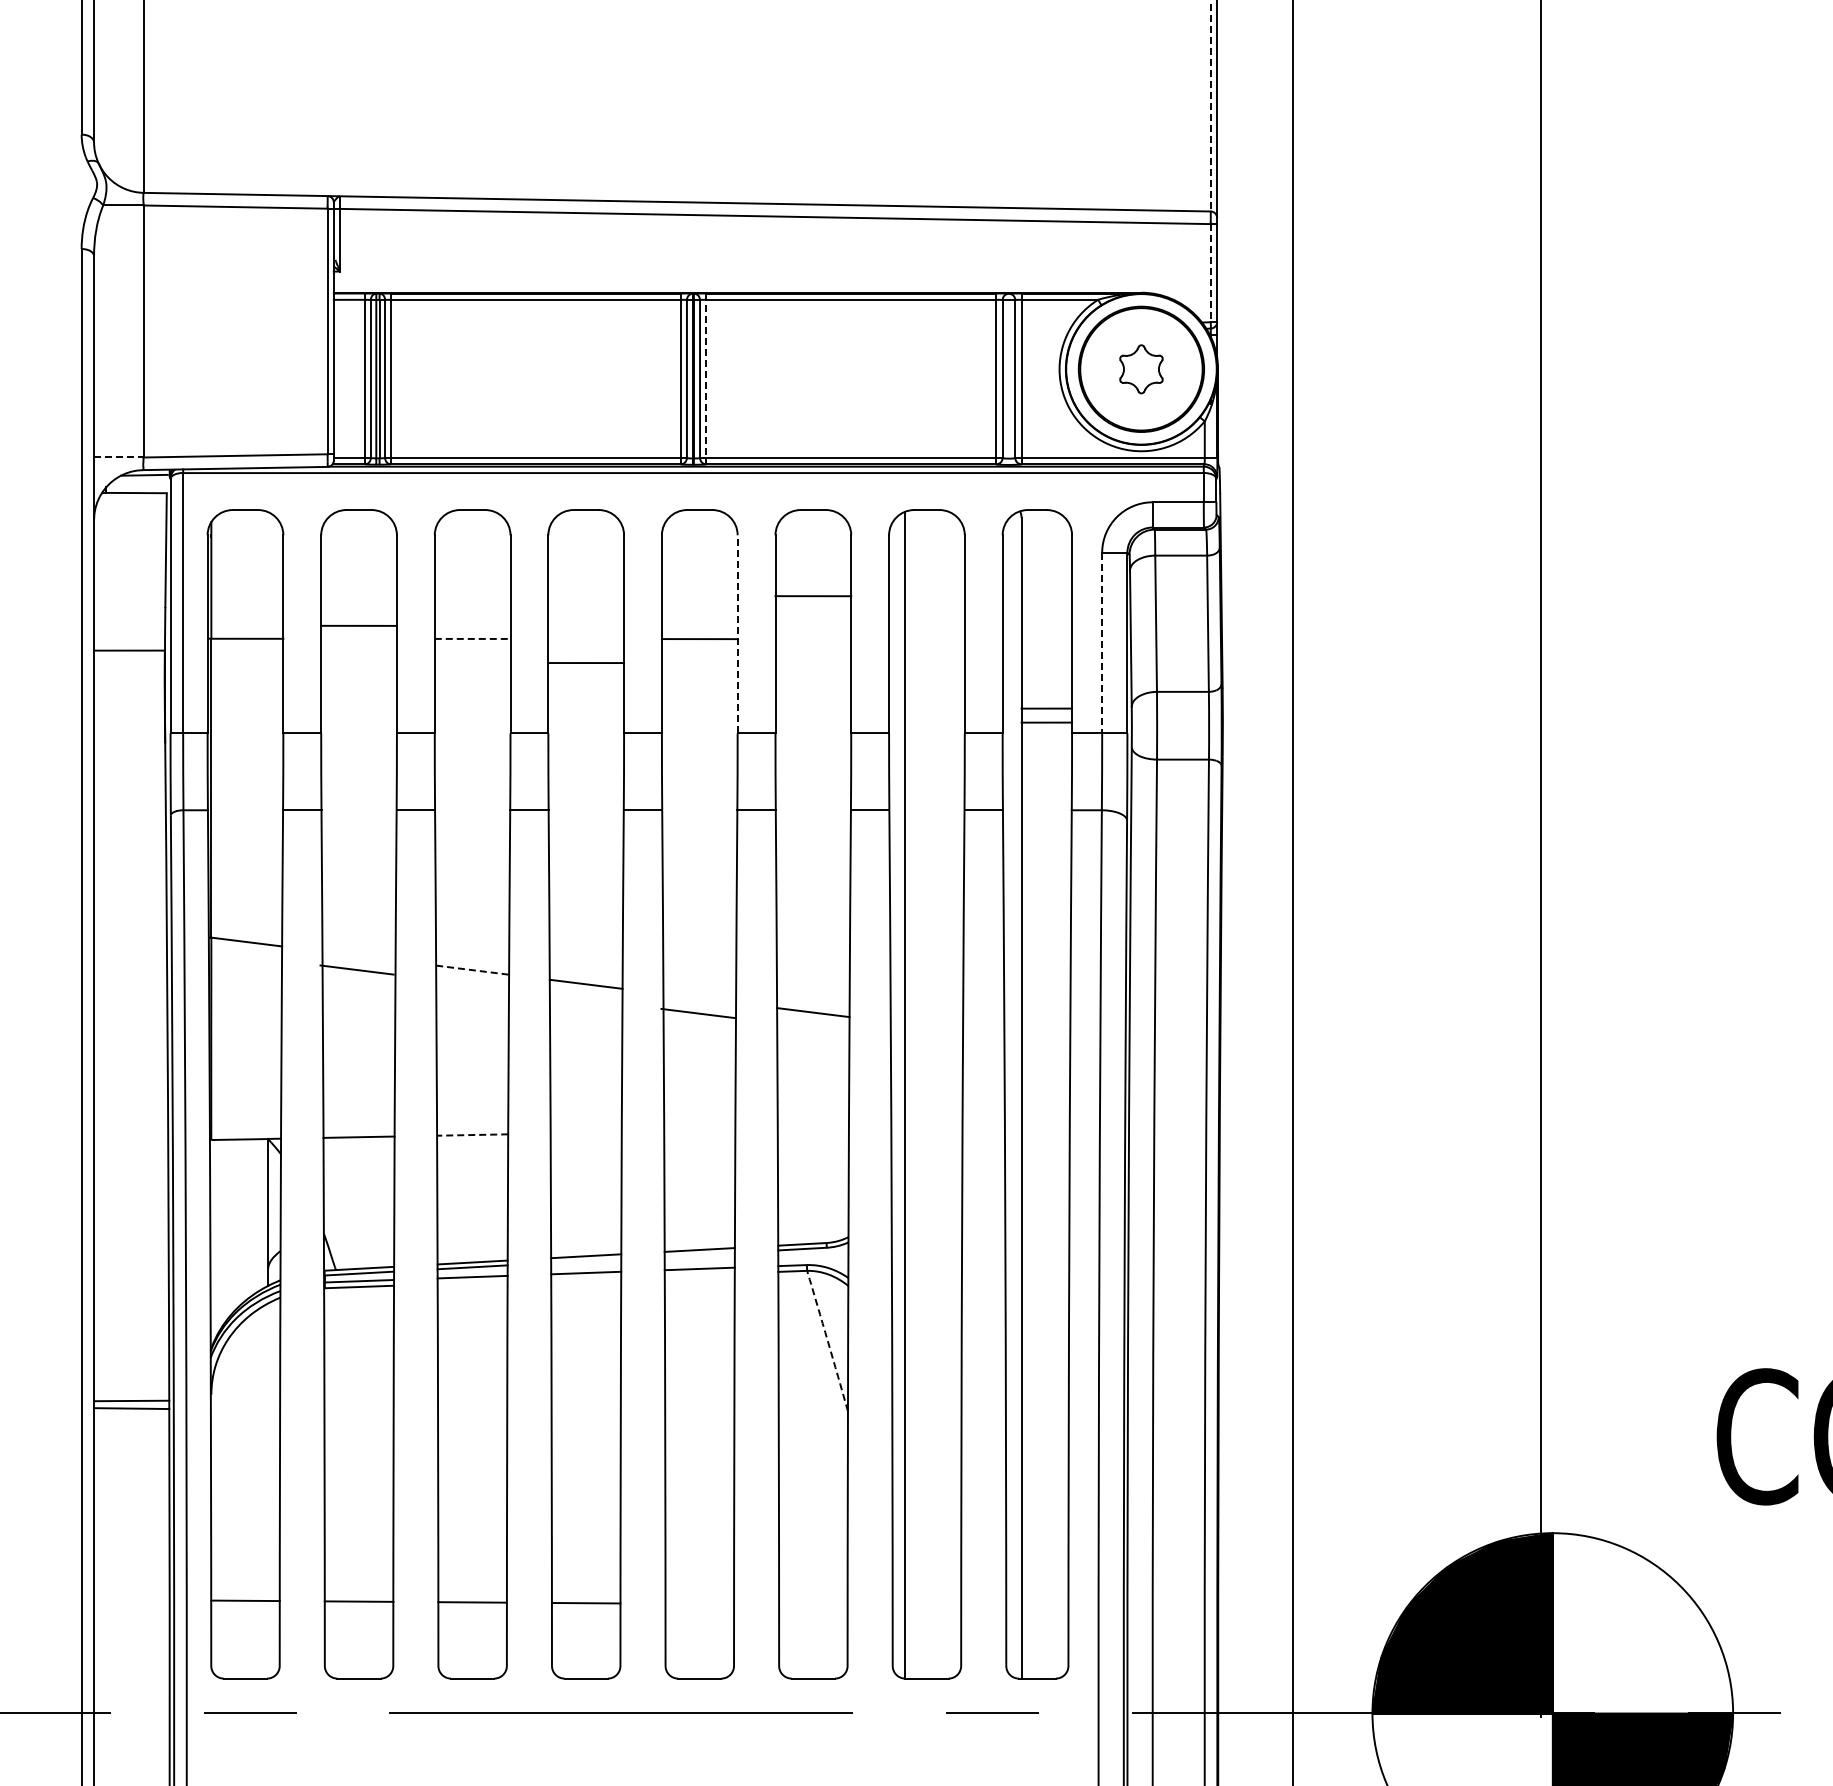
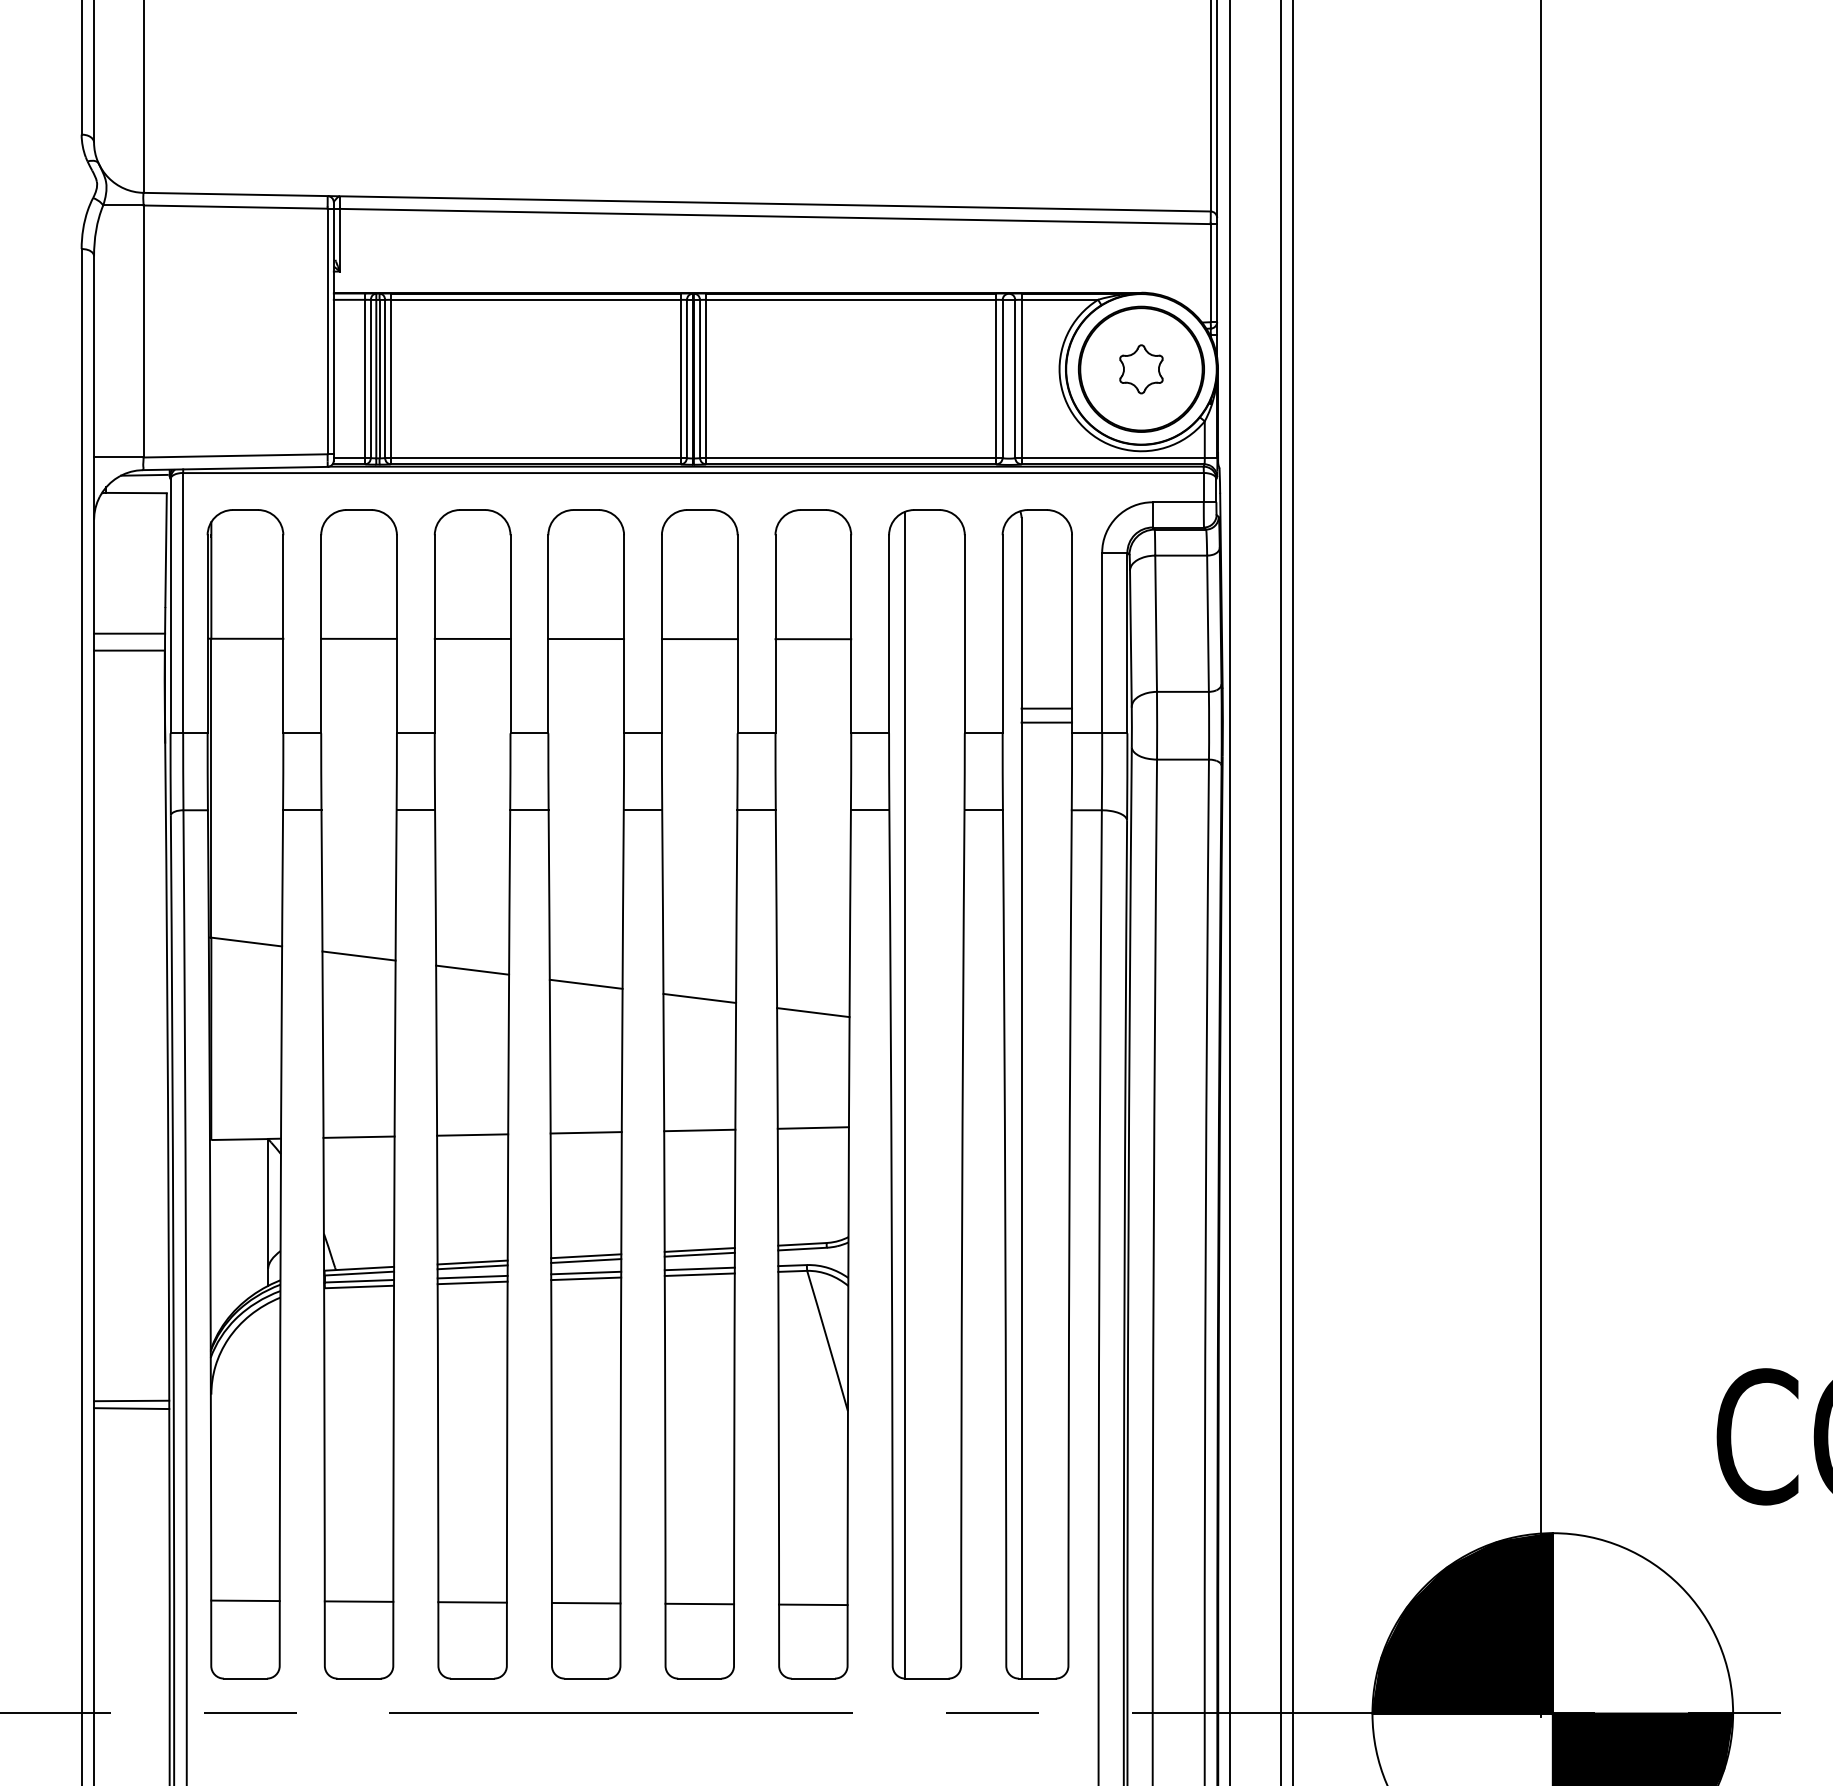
line at (1210, 106): dashed -> solid
line at (1210, 273): dashed -> solid
line at (706, 379): dashed -> solid
line at (118, 457): dashed -> solid
line at (813, 596) position: (813, 596) -> (813, 639)
line at (358, 625) position: (358, 625) -> (358, 638)
line at (129, 633): none -> present
line at (737, 633): dashed -> solid
line at (472, 638): dashed -> solid
line at (1102, 643): dashed -> solid
line at (586, 663) position: (586, 663) -> (586, 639)
line at (1229, 892): none -> present
line at (1280, 892): none -> present
line at (356, 969) position: (356, 969) -> (358, 955)
line at (472, 970): dashed -> solid
line at (697, 1012) position: (697, 1012) -> (699, 997)
line at (812, 1127): none -> present
line at (699, 1130): none -> present
line at (585, 1132): none -> present
line at (472, 1135): dashed -> solid
line at (699, 1254): none -> present
line at (586, 1260): none -> present
line at (699, 1274): none -> present
line at (586, 1278): none -> present
line at (472, 1282): none -> present
arc at (827, 1341): dashed -> solid
line at (699, 1603): none -> present
line at (813, 1604): none -> present
